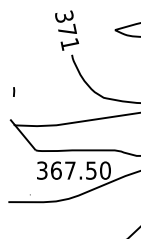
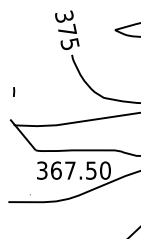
text at (69, 44): 371 -> 375
